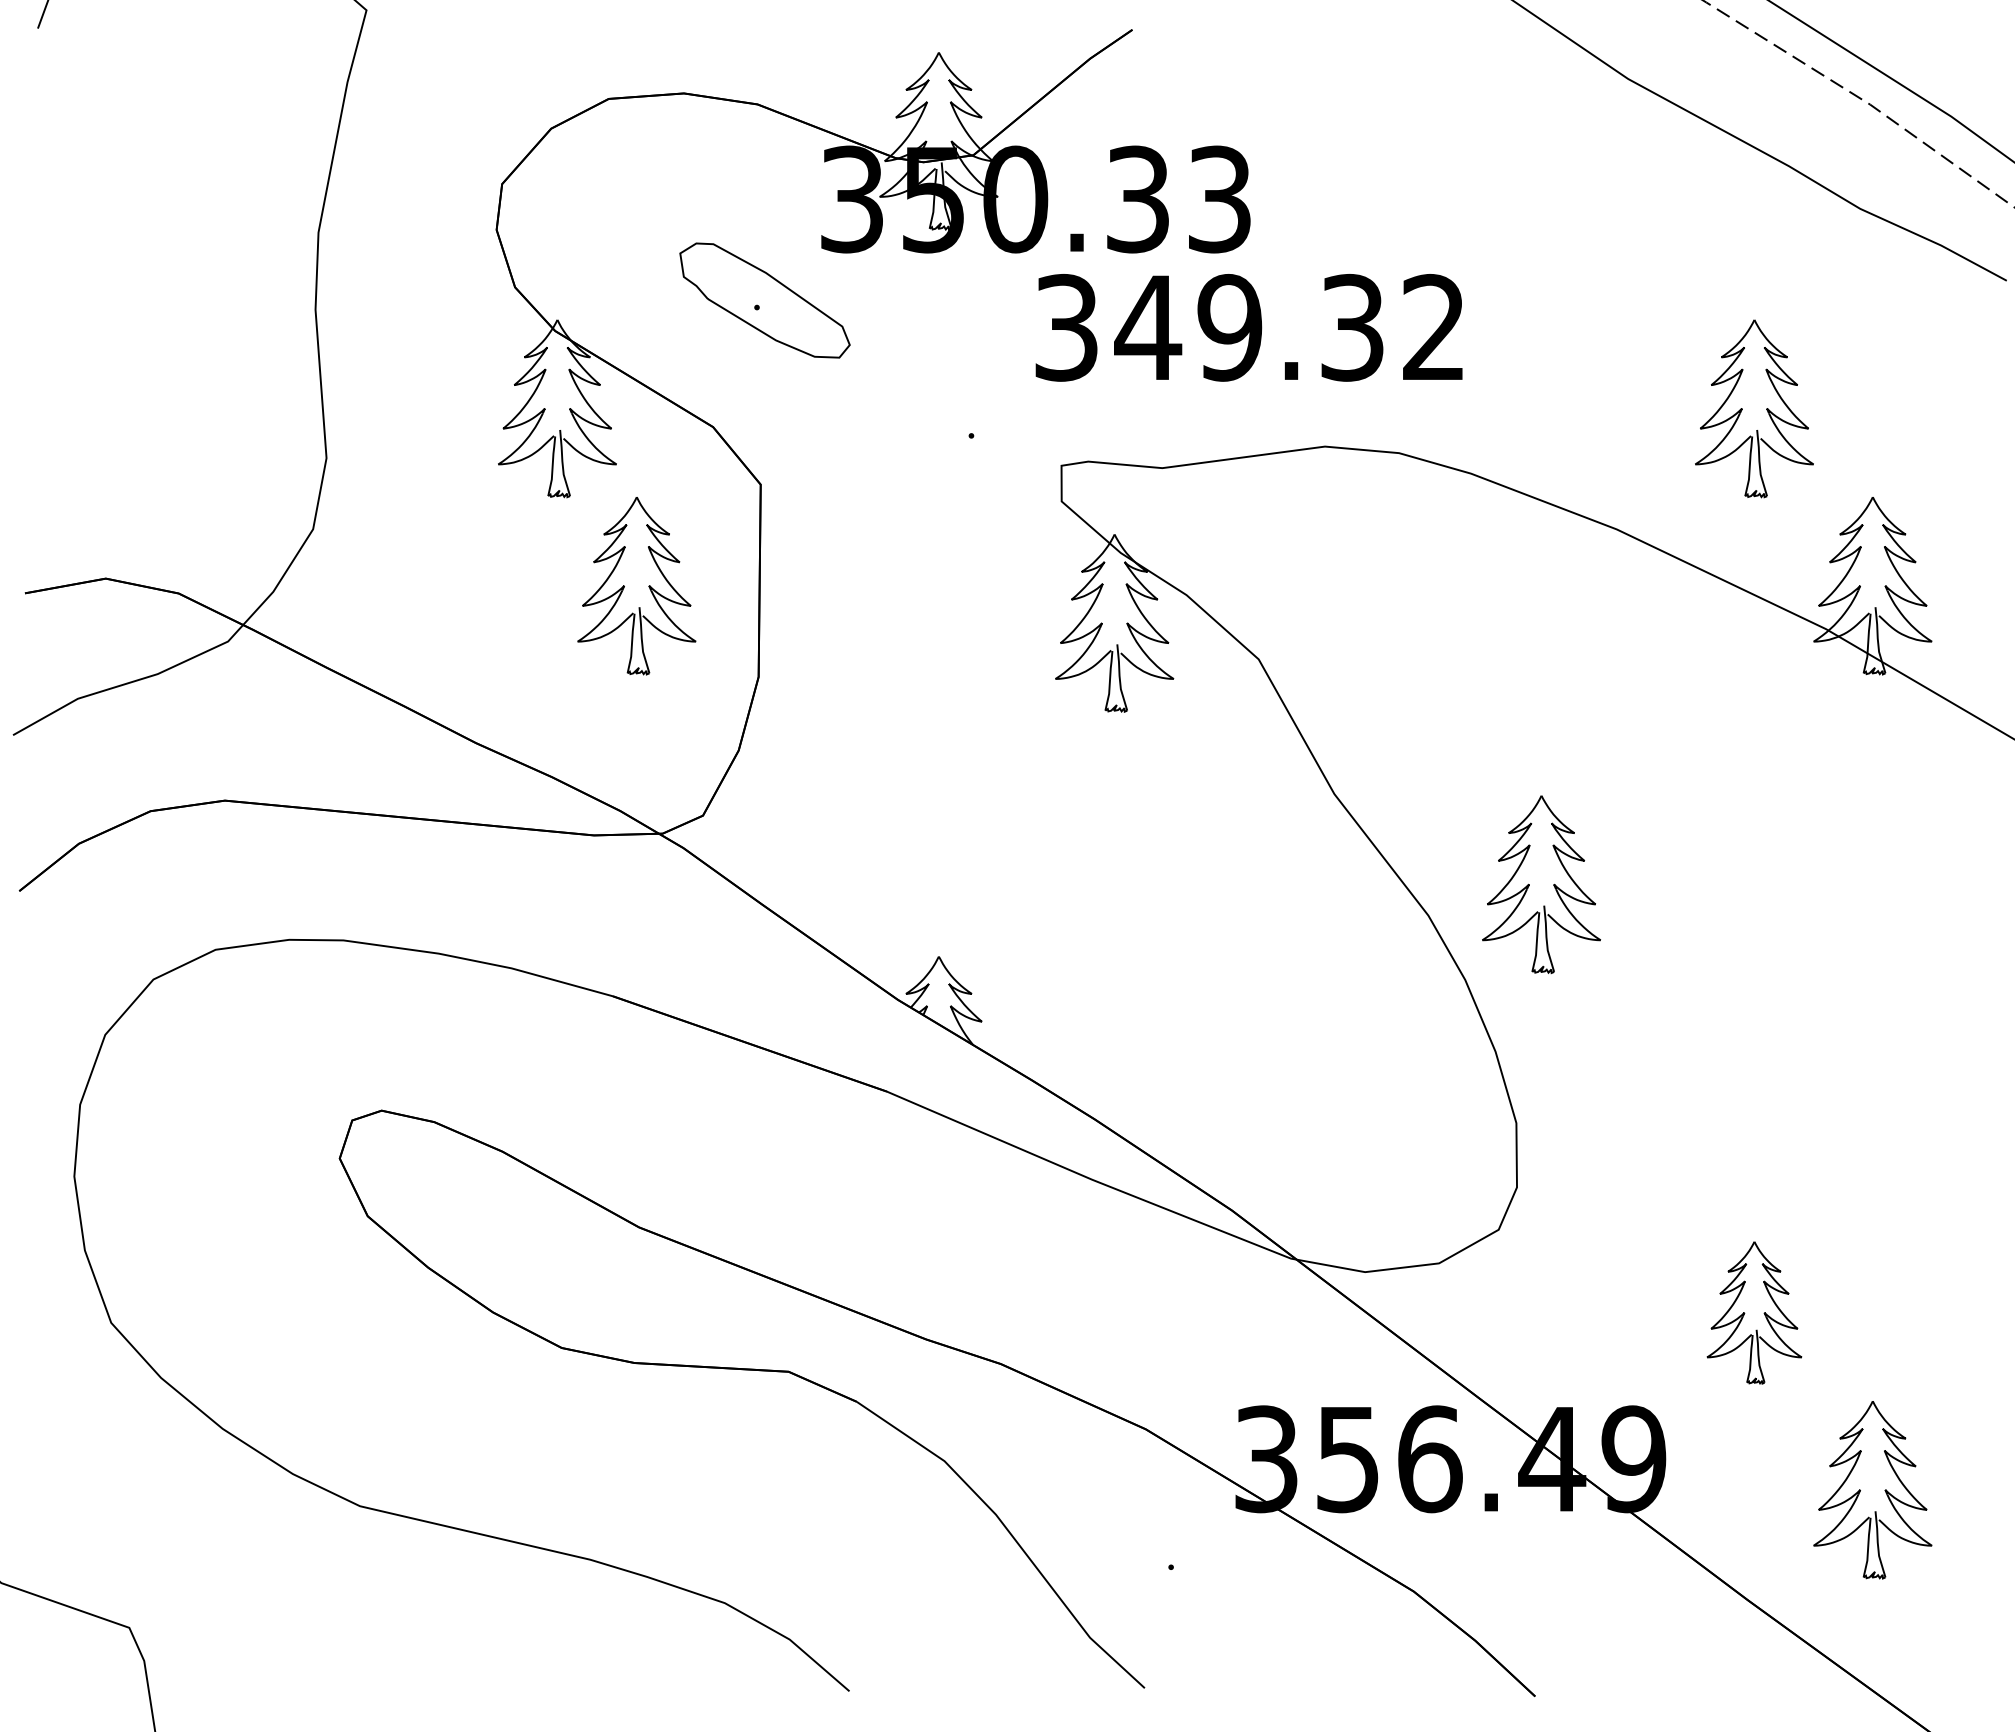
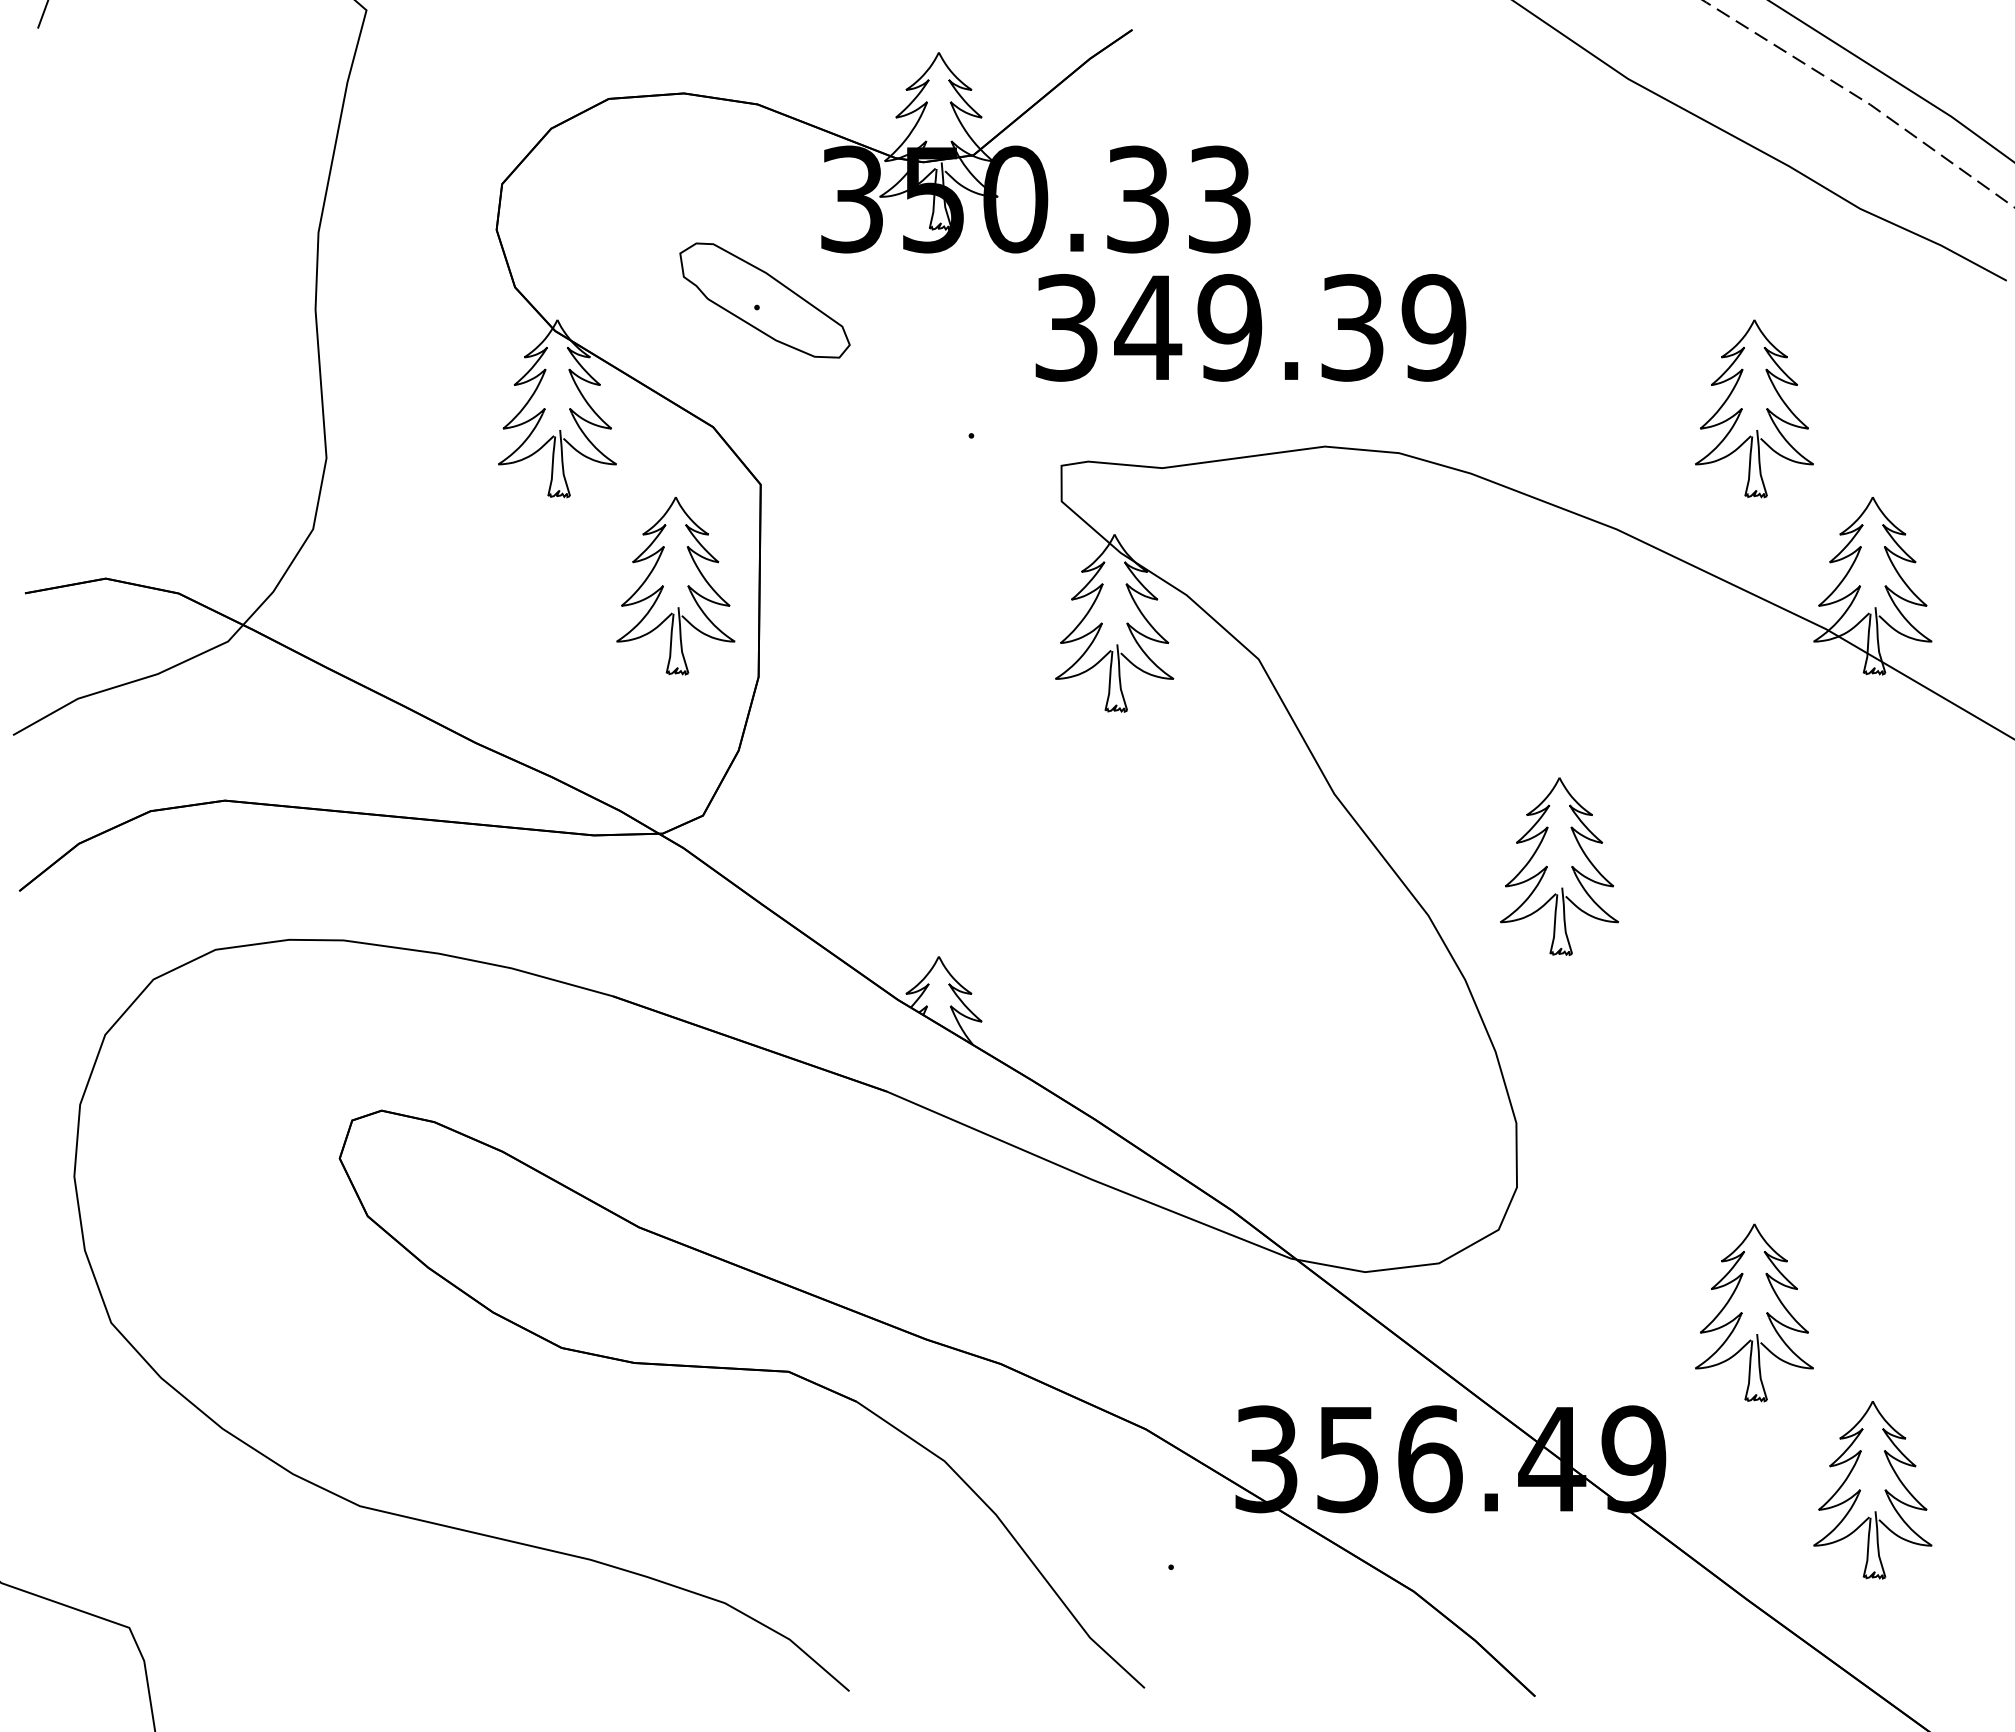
text at (1433, 327): 349.32 -> 349.39
part at (636, 586) position: (636, 586) -> (675, 586)
part at (1541, 884) position: (1541, 884) -> (1559, 866)
part at (1754, 1312) size: 97x144 px -> 119x180 px
